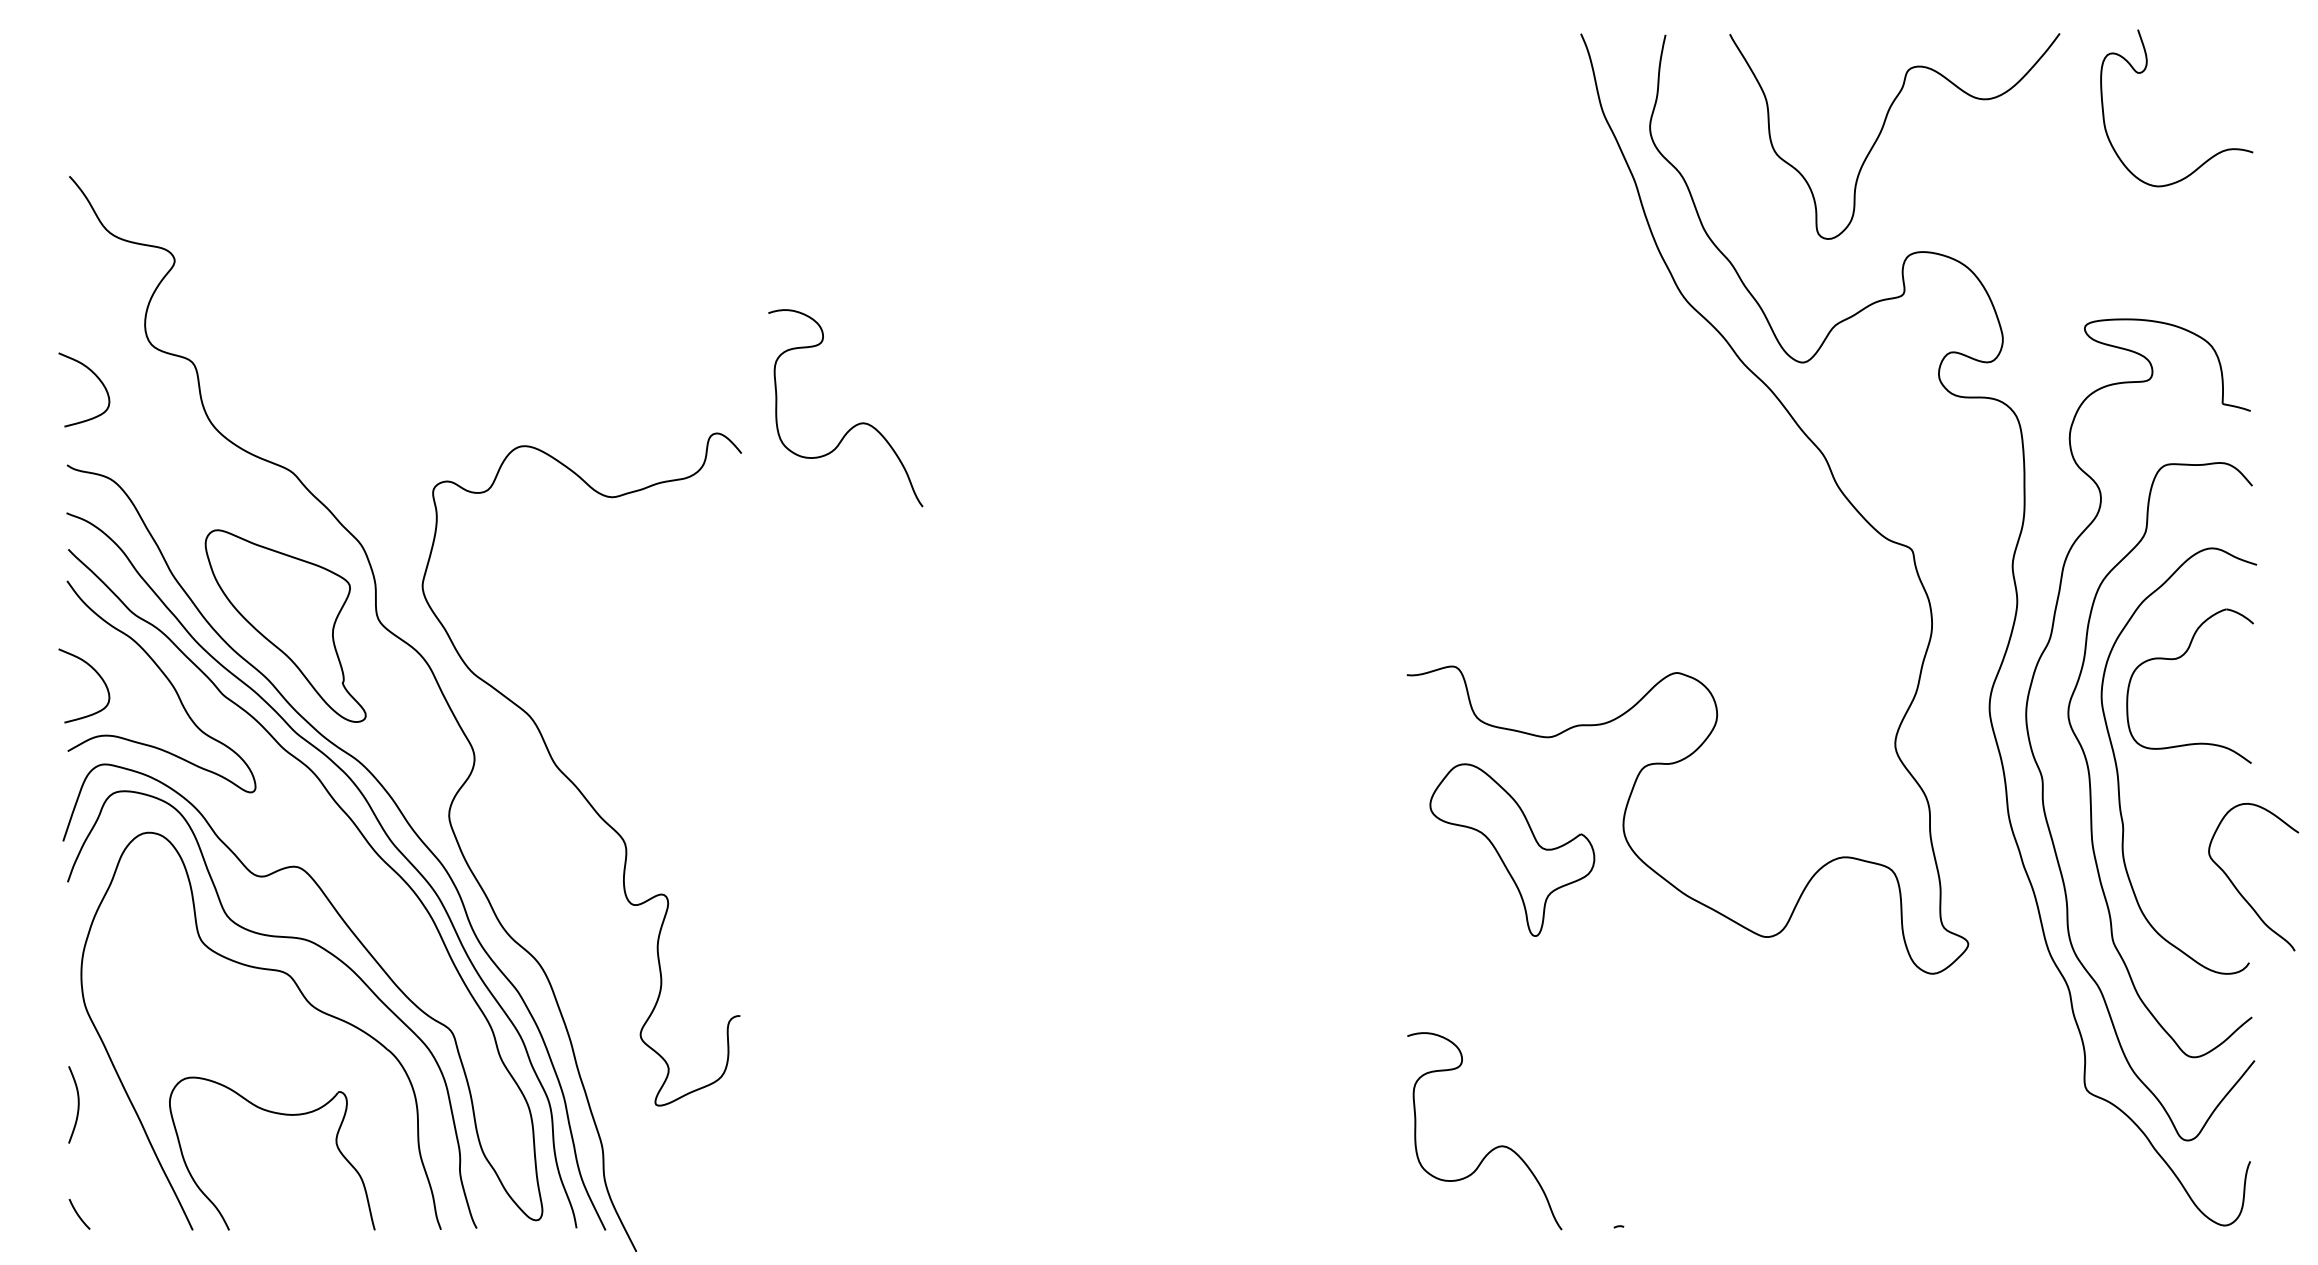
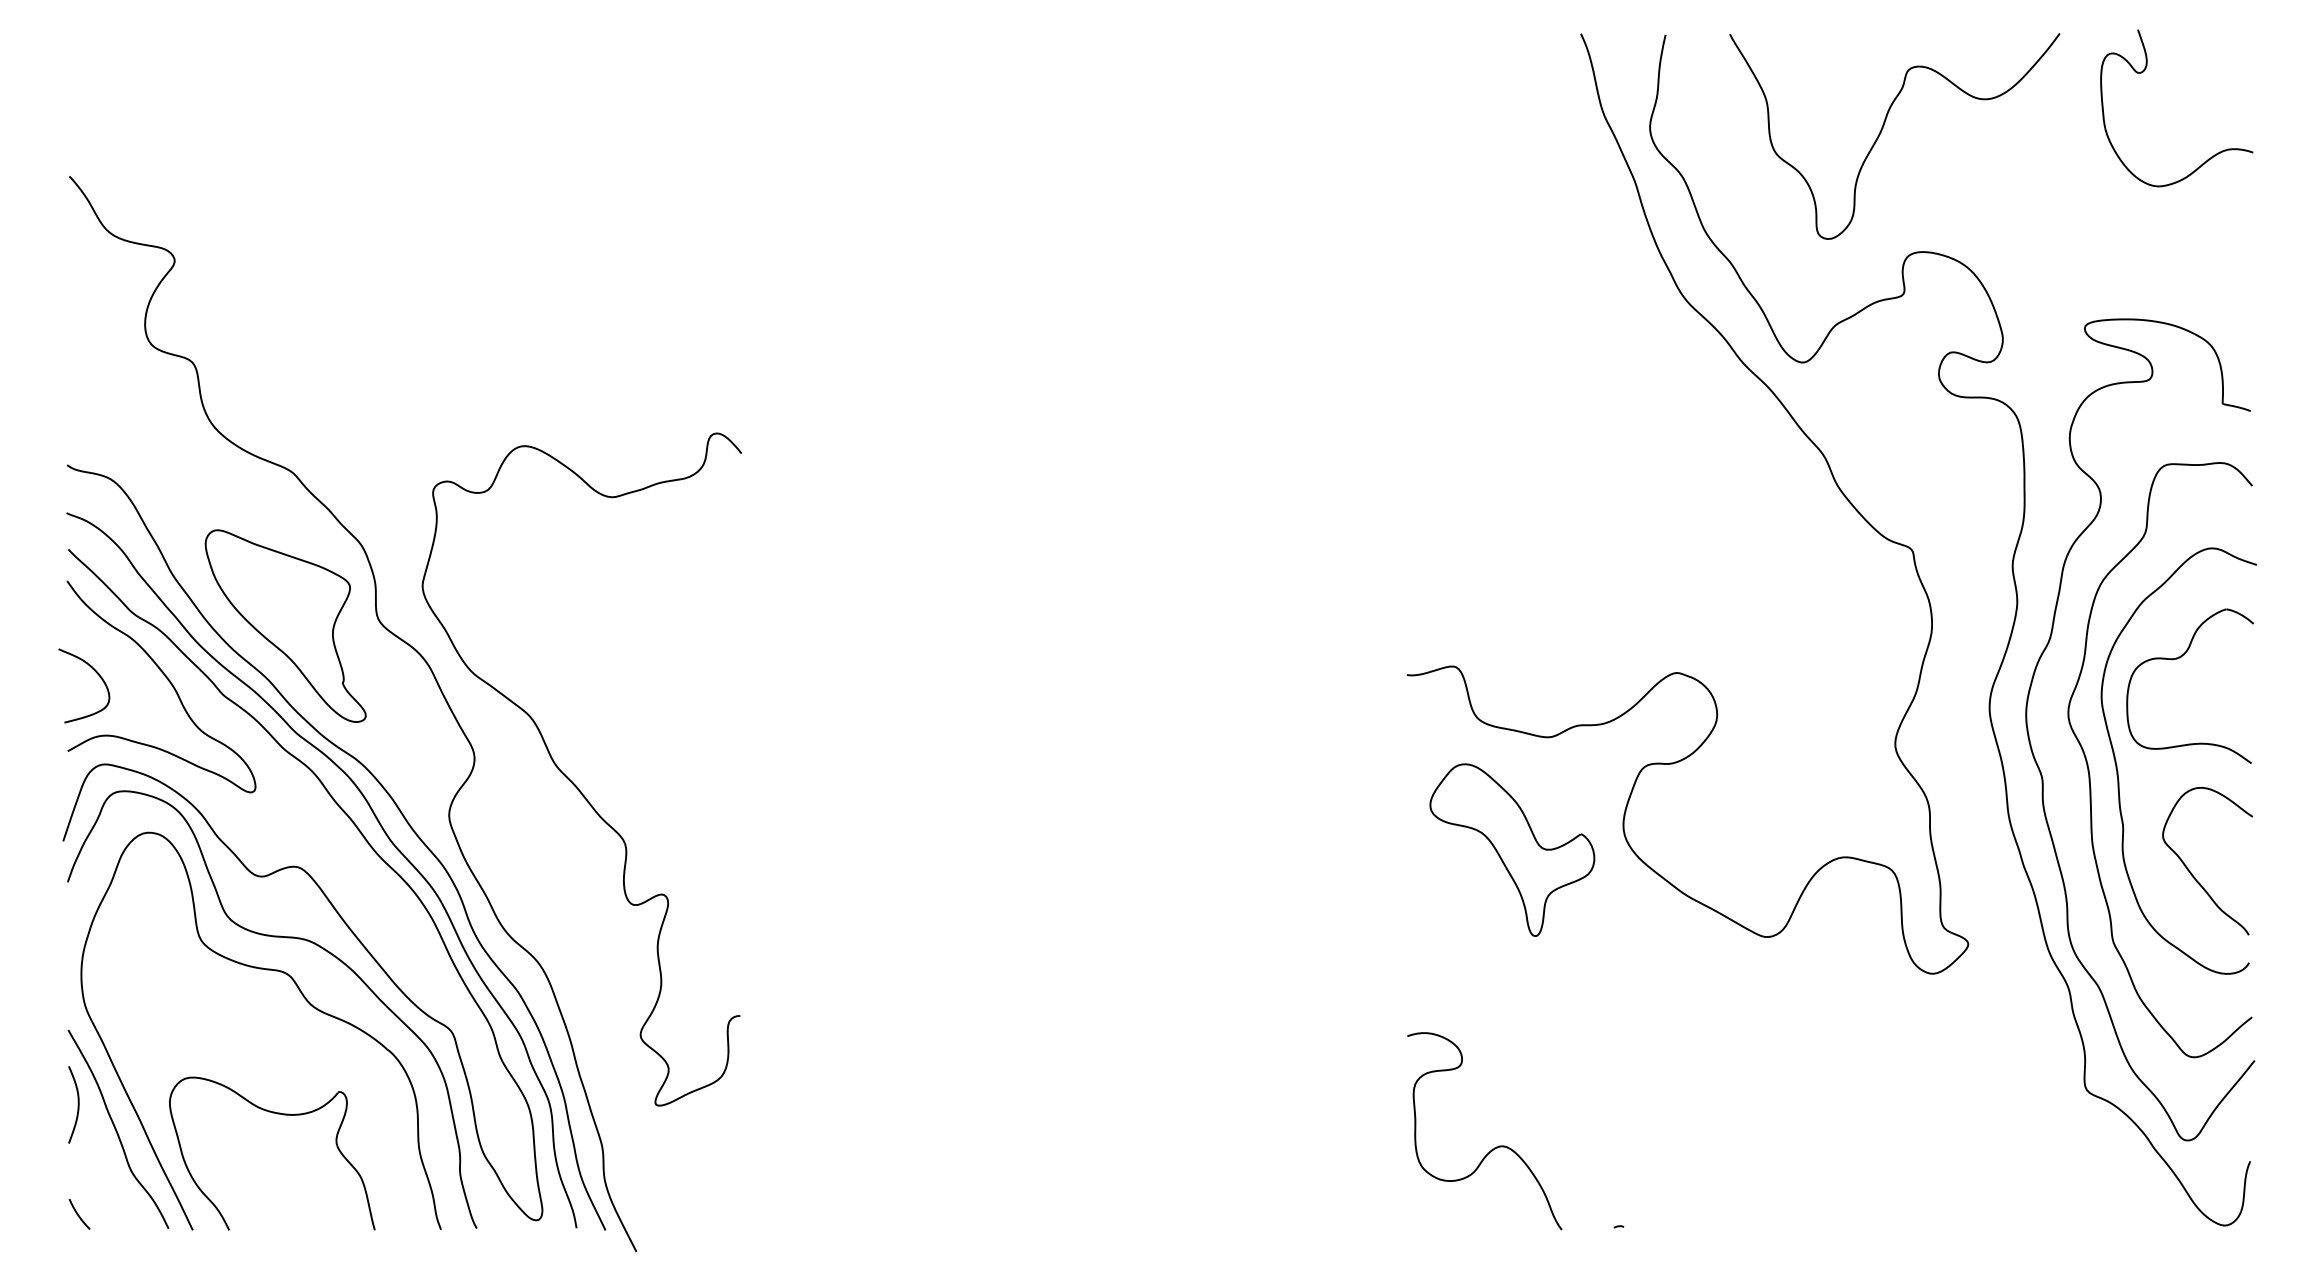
curve at (96, 377): present -> none
curve at (853, 425): present -> none
curve at (2238, 889) position: (2238, 889) -> (2192, 873)
curve at (116, 1128): none -> present
